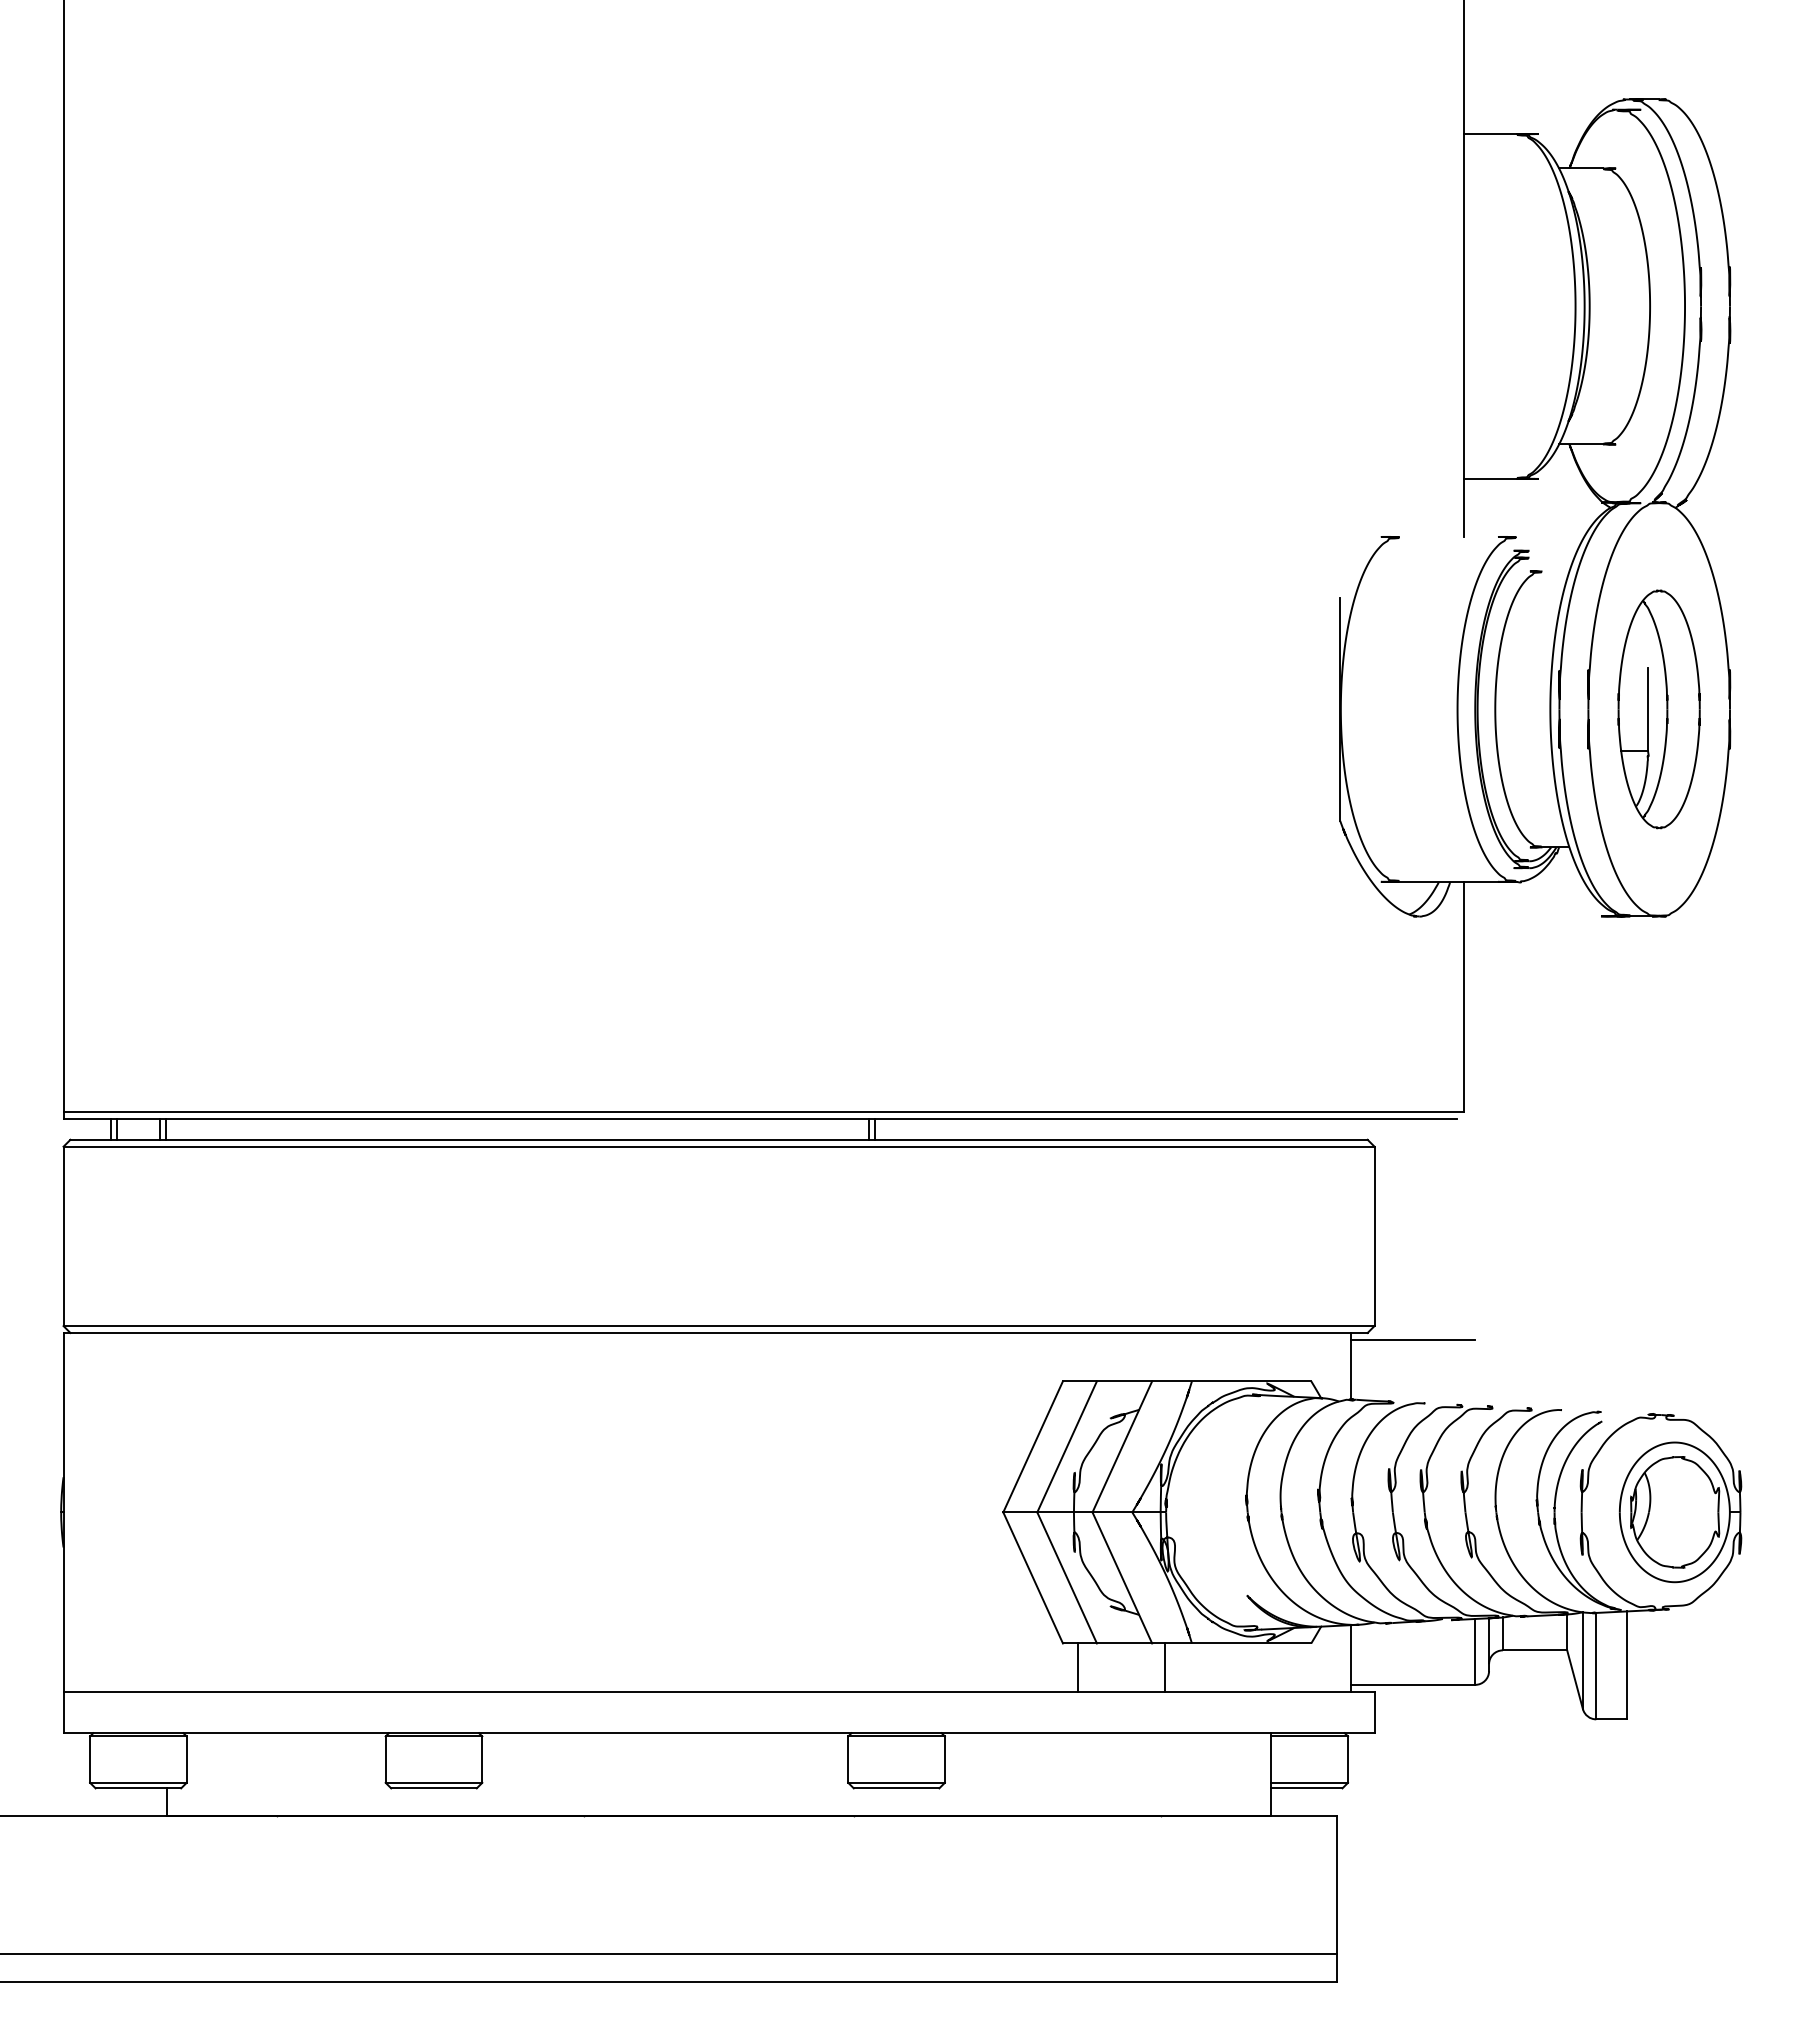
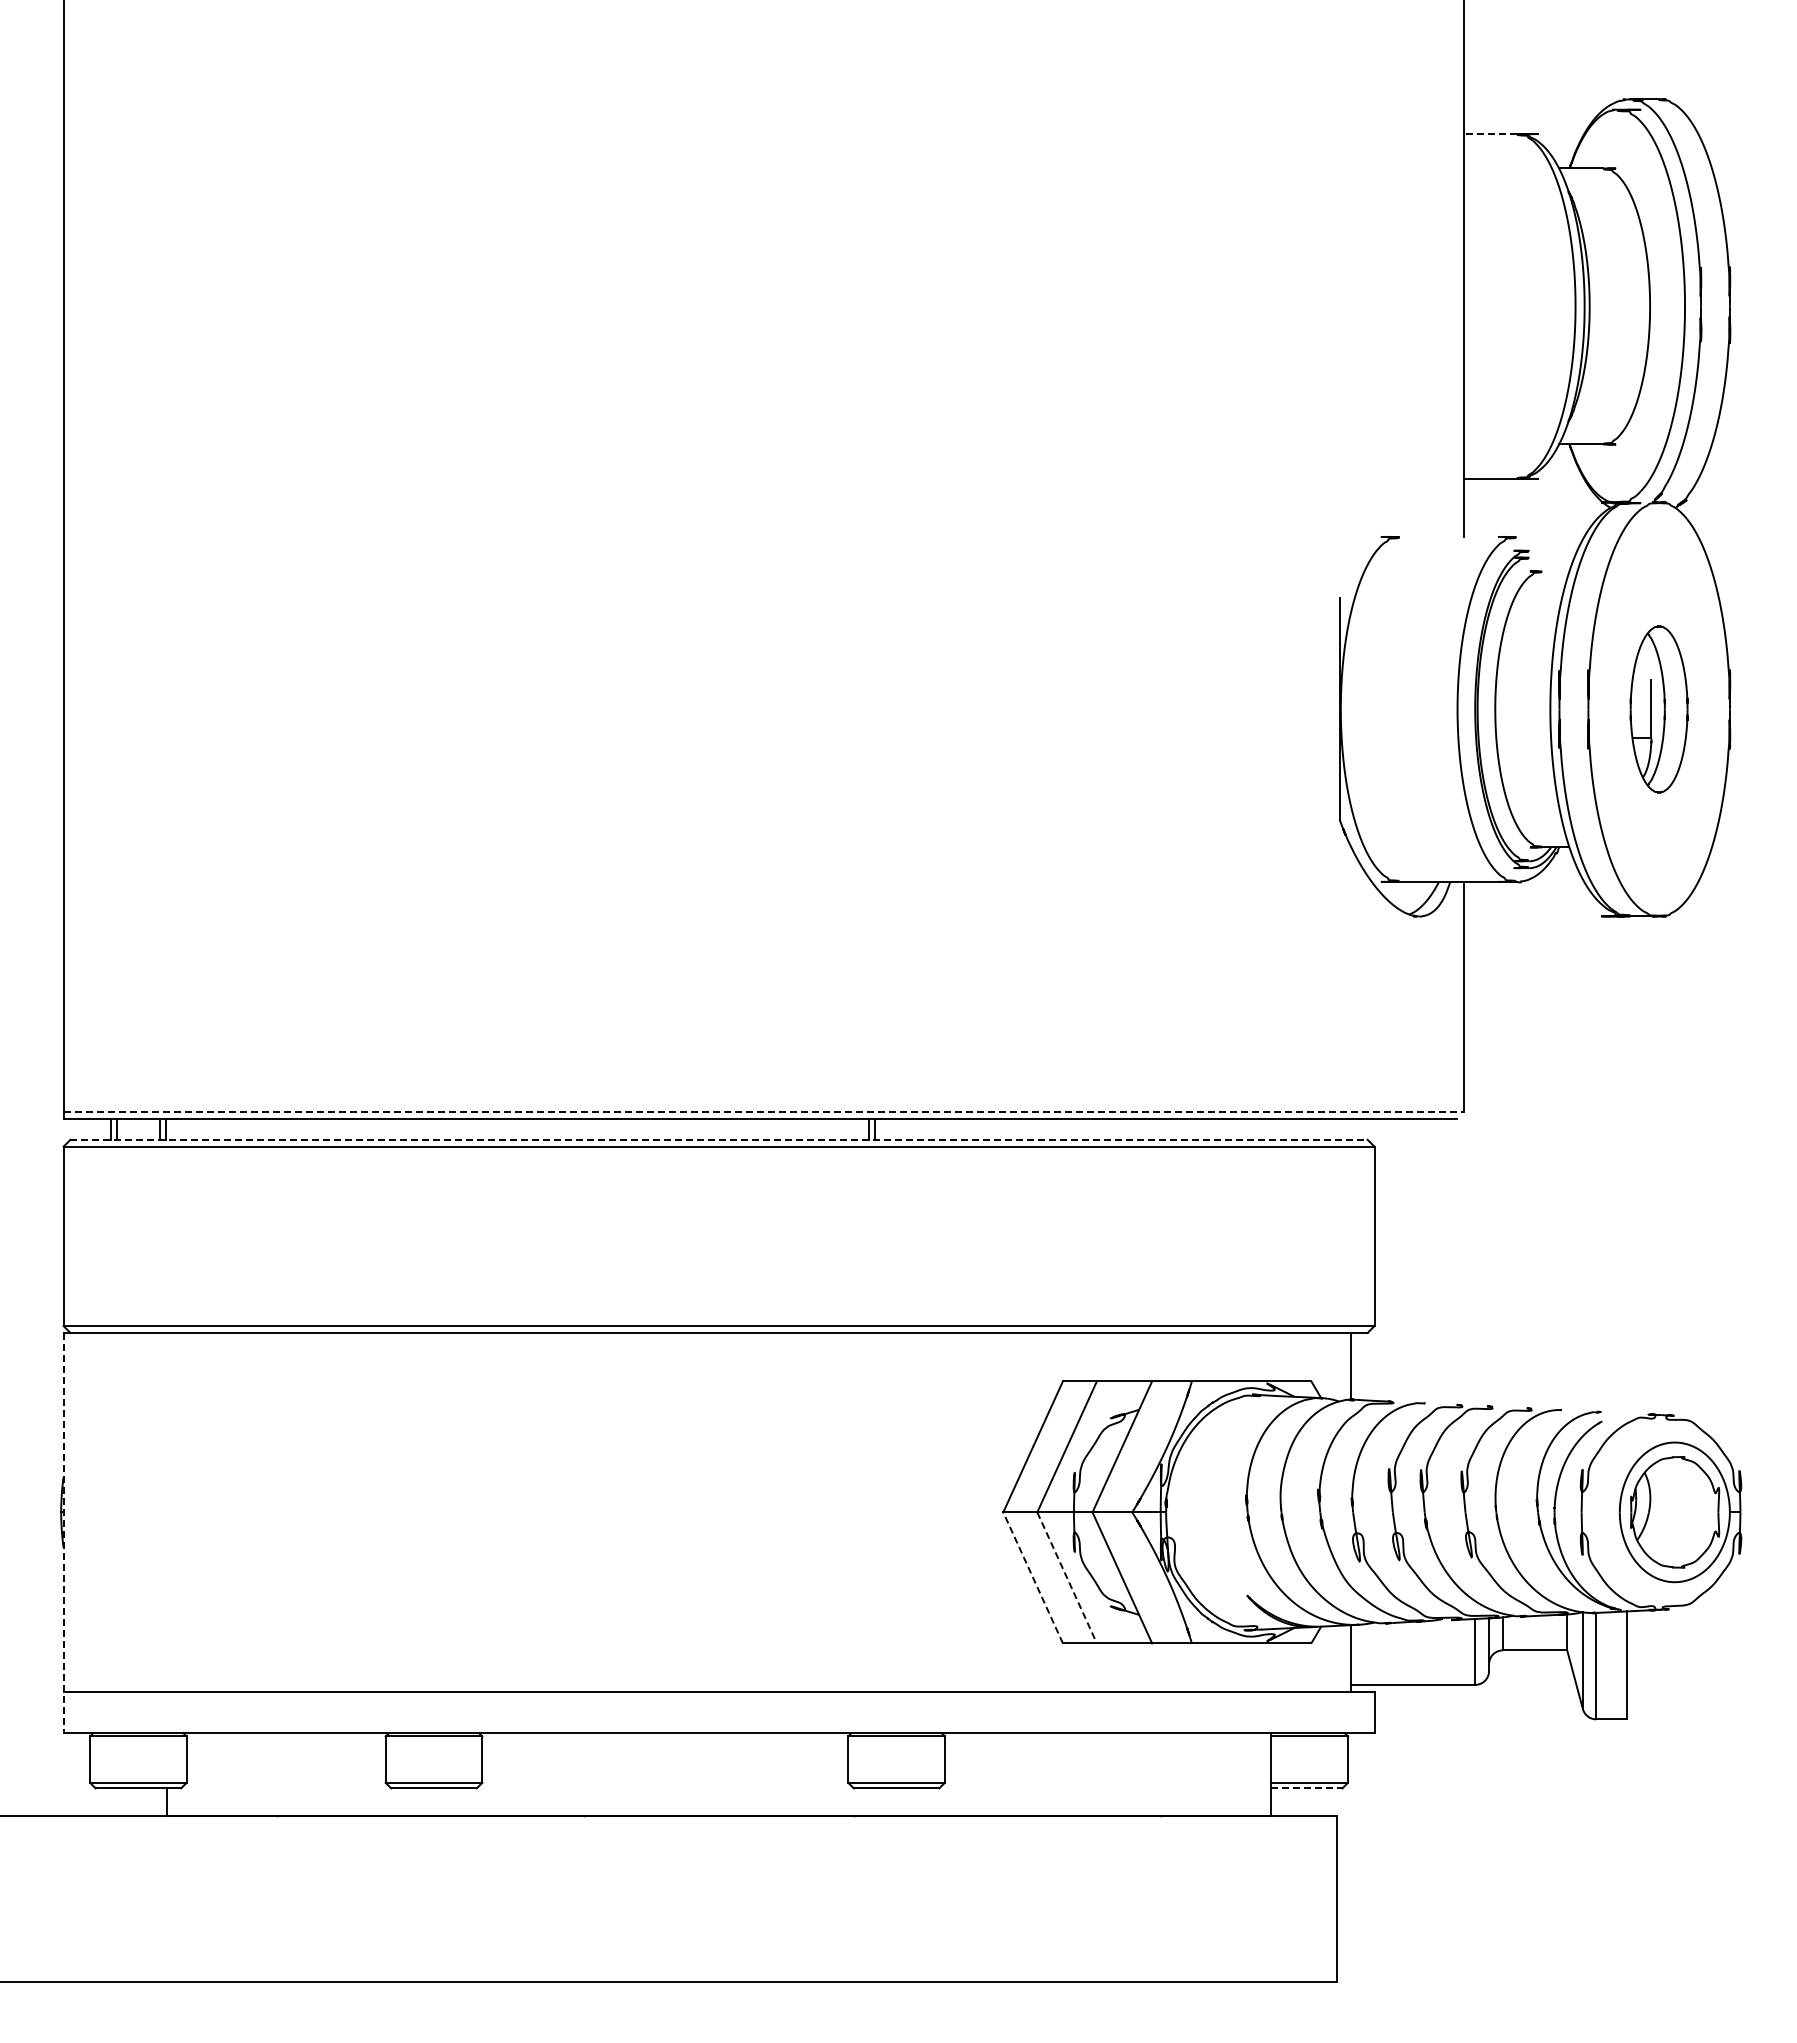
line at (1489, 134): solid -> dashed
part at (1658, 709) size: 84x241 px -> 60x169 px
line at (764, 1112): solid -> dashed
line at (719, 1139): solid -> dashed
line at (1413, 1339): present -> none
line at (63, 1533): solid -> dashed
line at (1032, 1577): solid -> dashed
line at (1067, 1578): solid -> dashed
line at (1077, 1667): present -> none
line at (1164, 1667): present -> none
line at (1306, 1788): solid -> dashed
line at (669, 1954): present -> none
